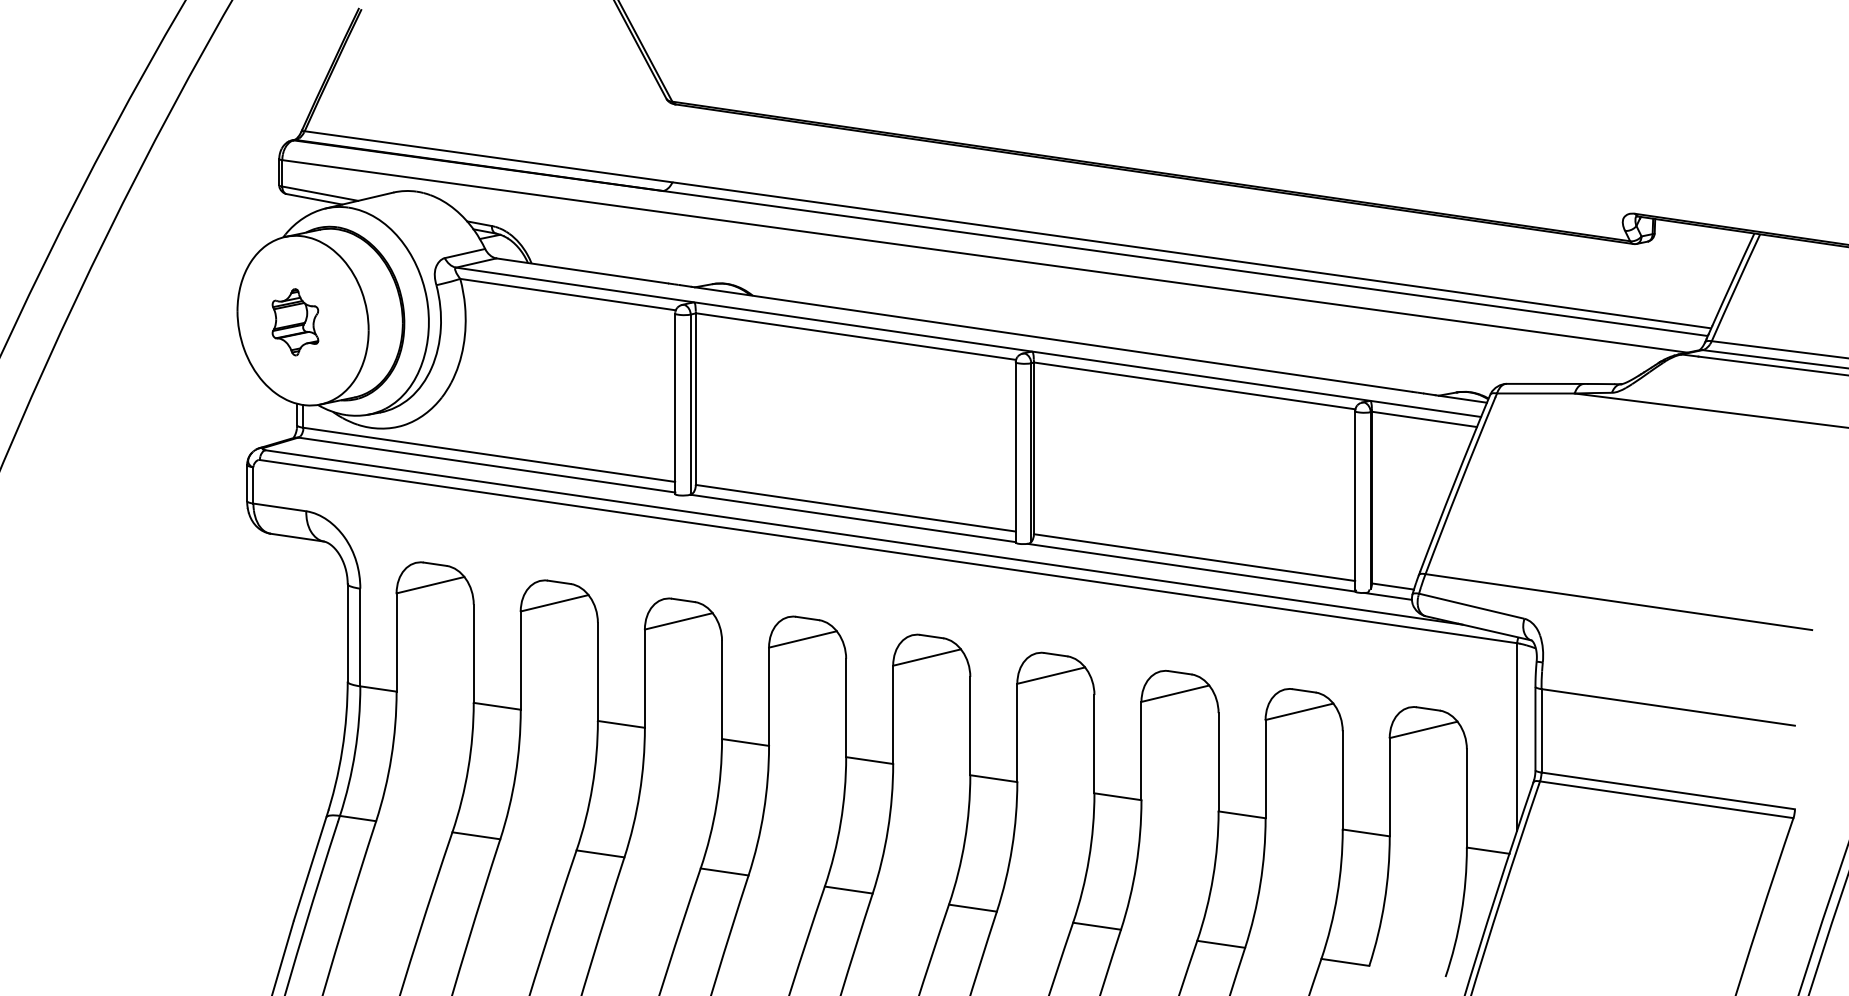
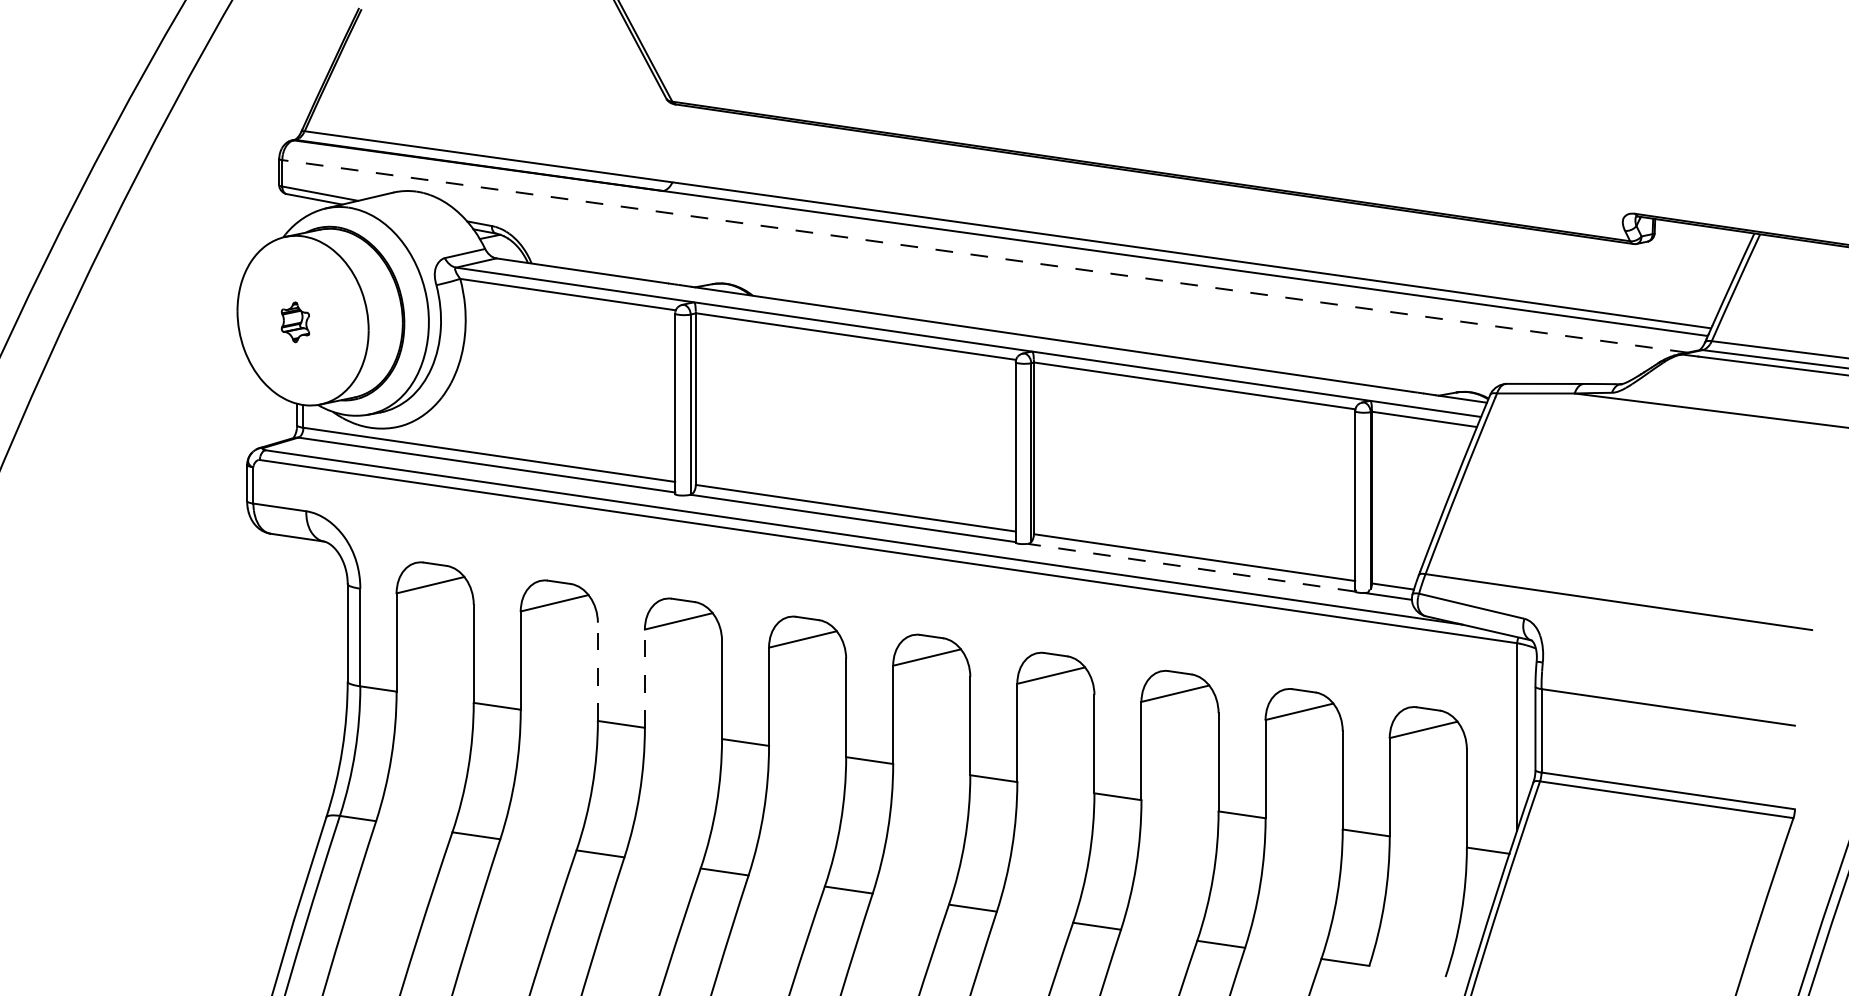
line at (984, 256): solid -> dashed
part at (295, 322) size: 49x69 px -> 31x43 px
line at (1190, 567): solid -> dashed
line at (597, 671): solid -> dashed
line at (644, 678): solid -> dashed
